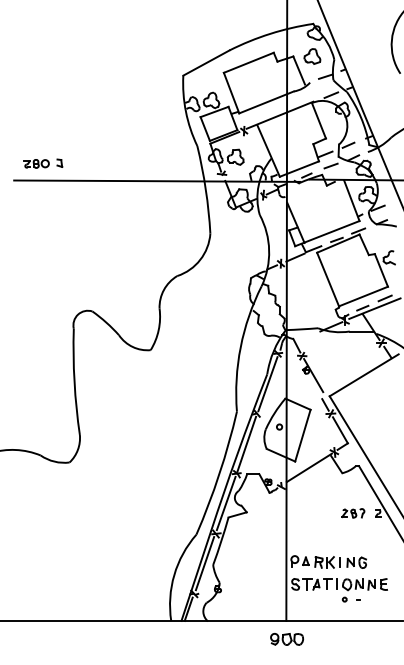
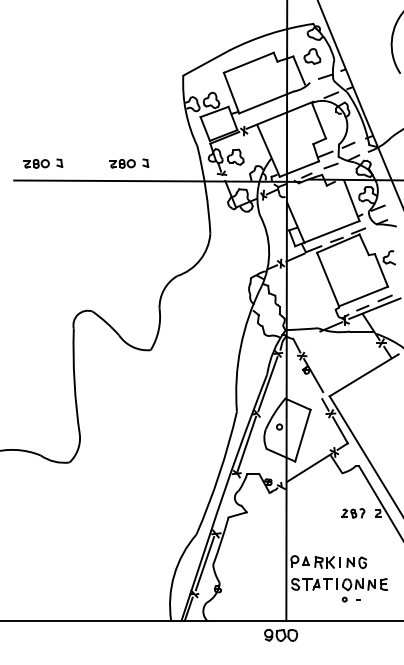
part at (129, 163): none -> present
line at (225, 503): present -> none
part at (287, 639) position: (287, 639) -> (281, 635)
